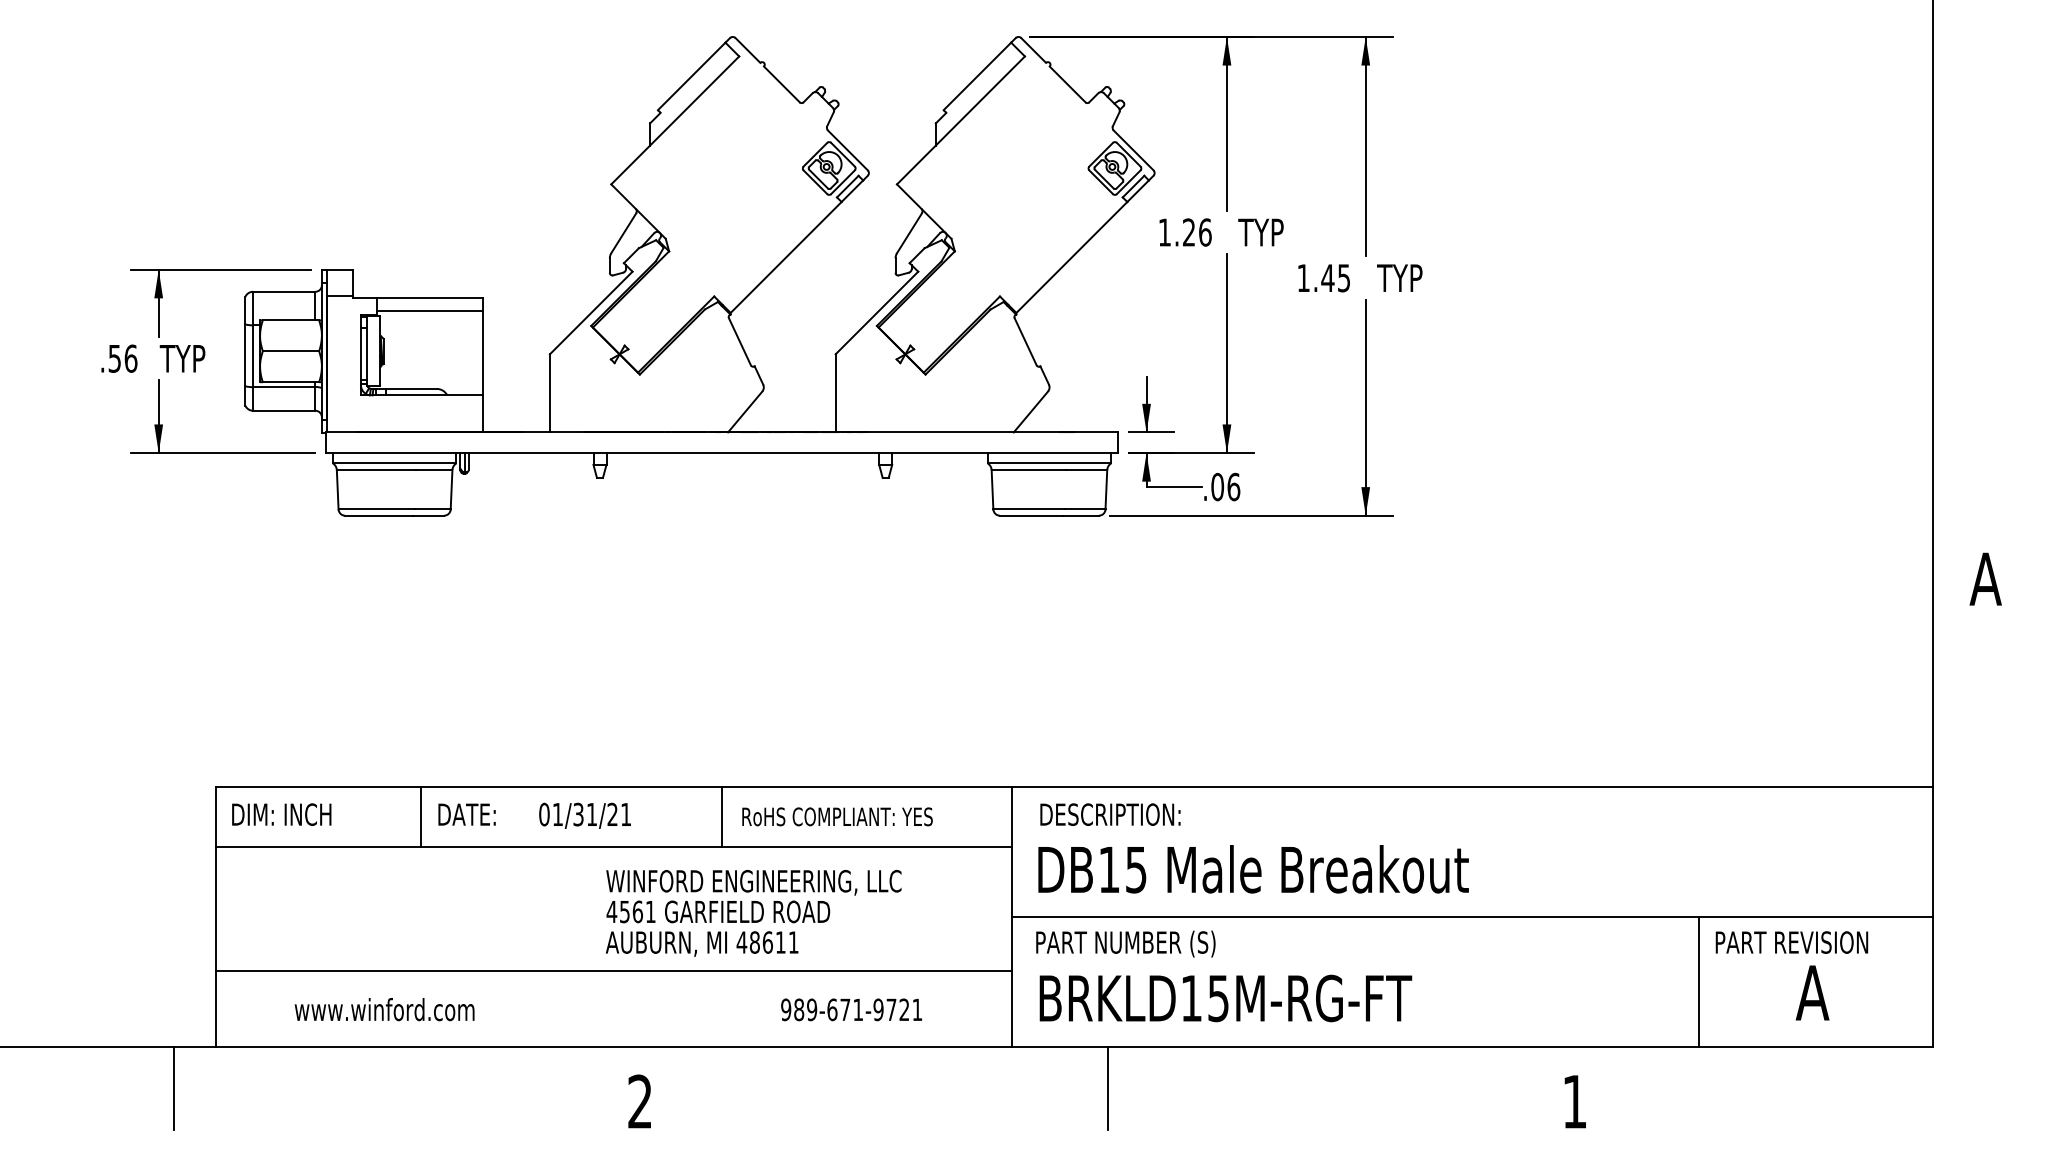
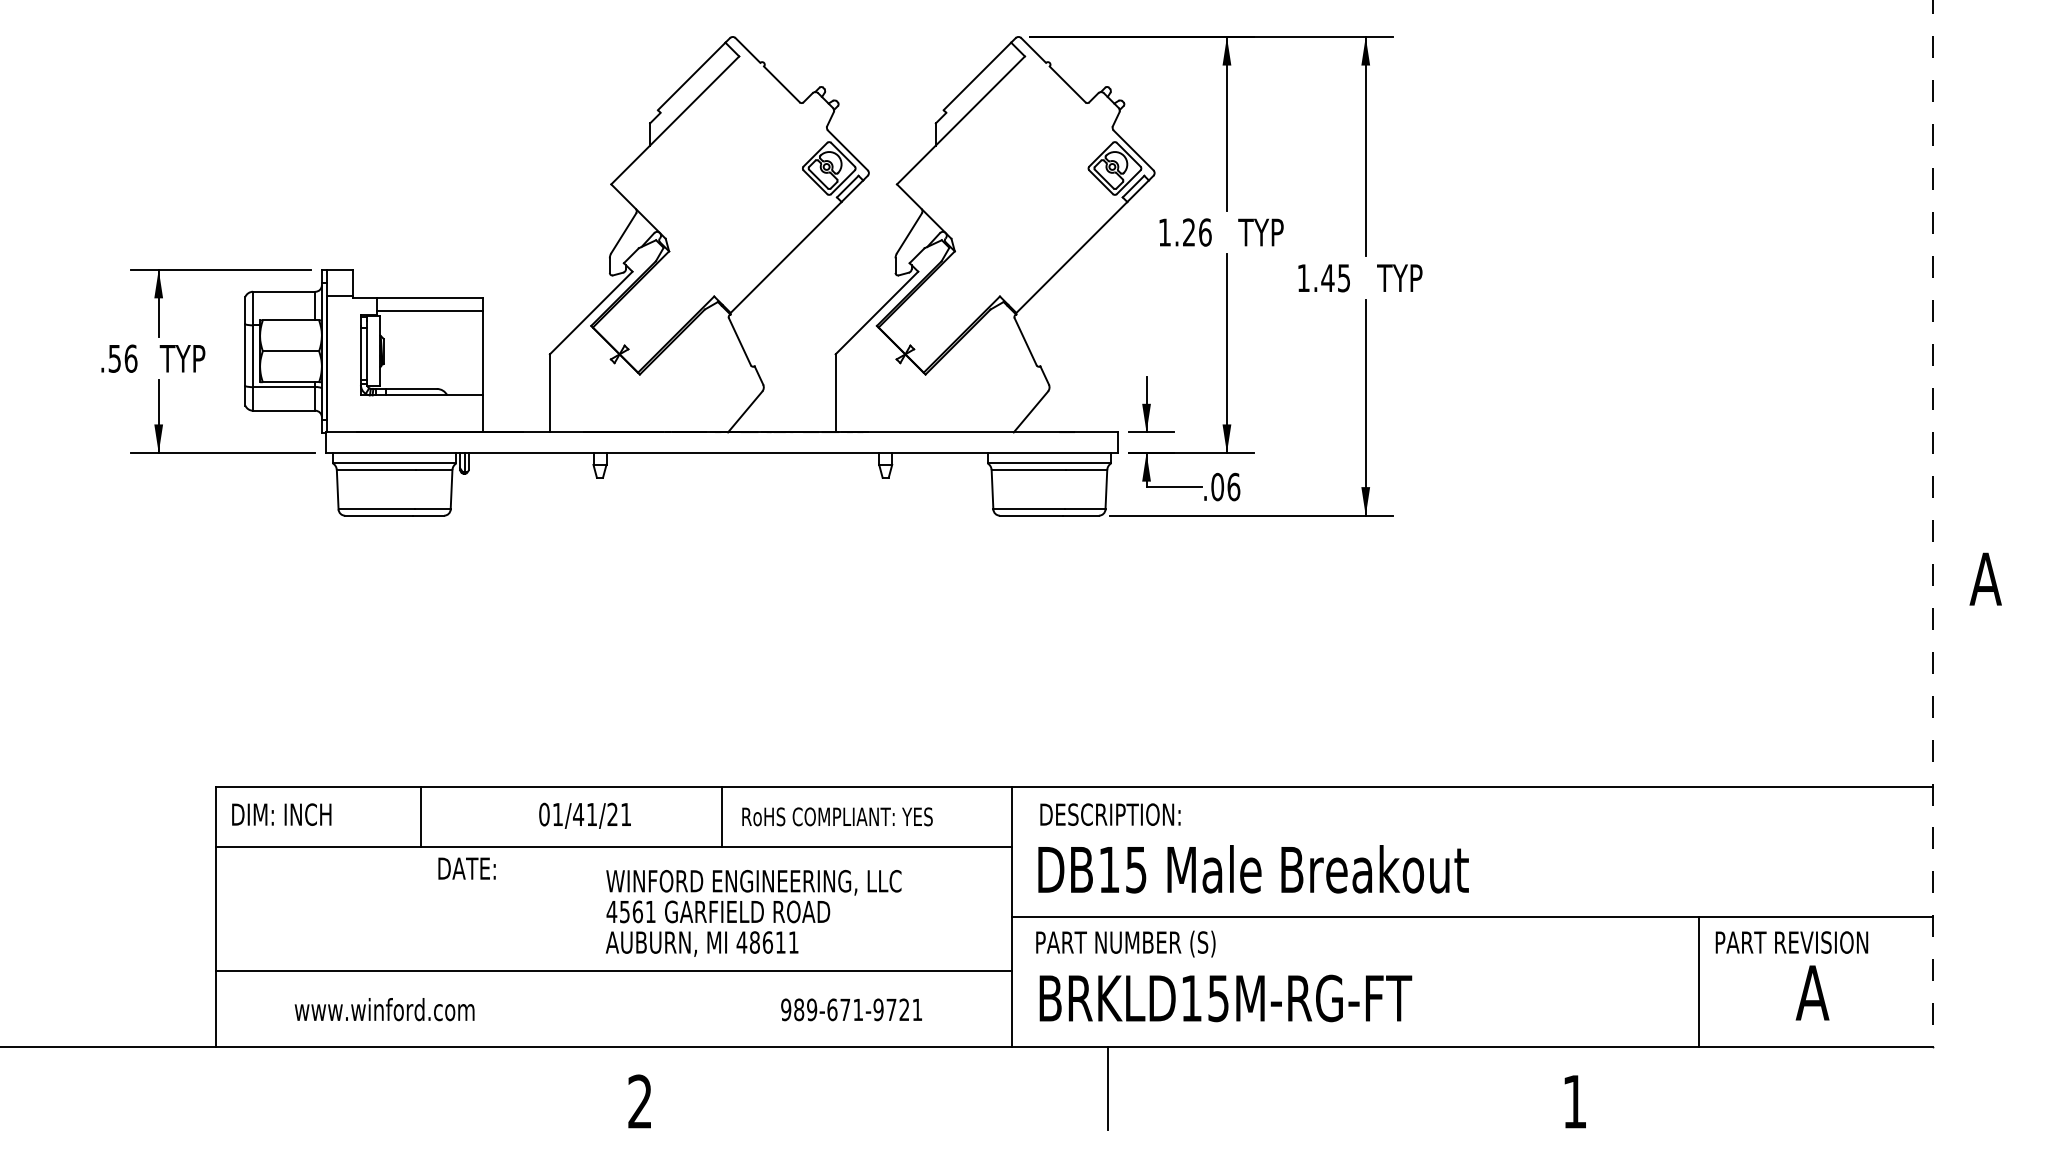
line at (1932, 524): solid -> dashed
text at (466, 814) position: (466, 814) -> (466, 868)
text at (578, 814): 01/31/21 -> 01/41/21
line at (173, 1088): present -> none
